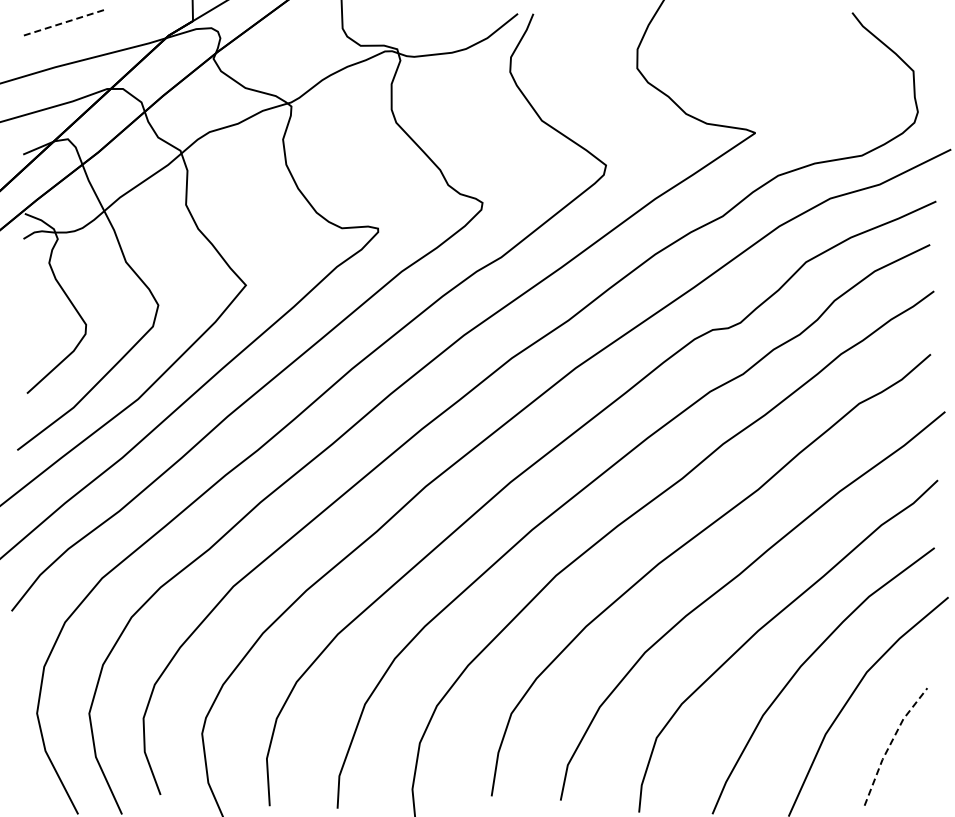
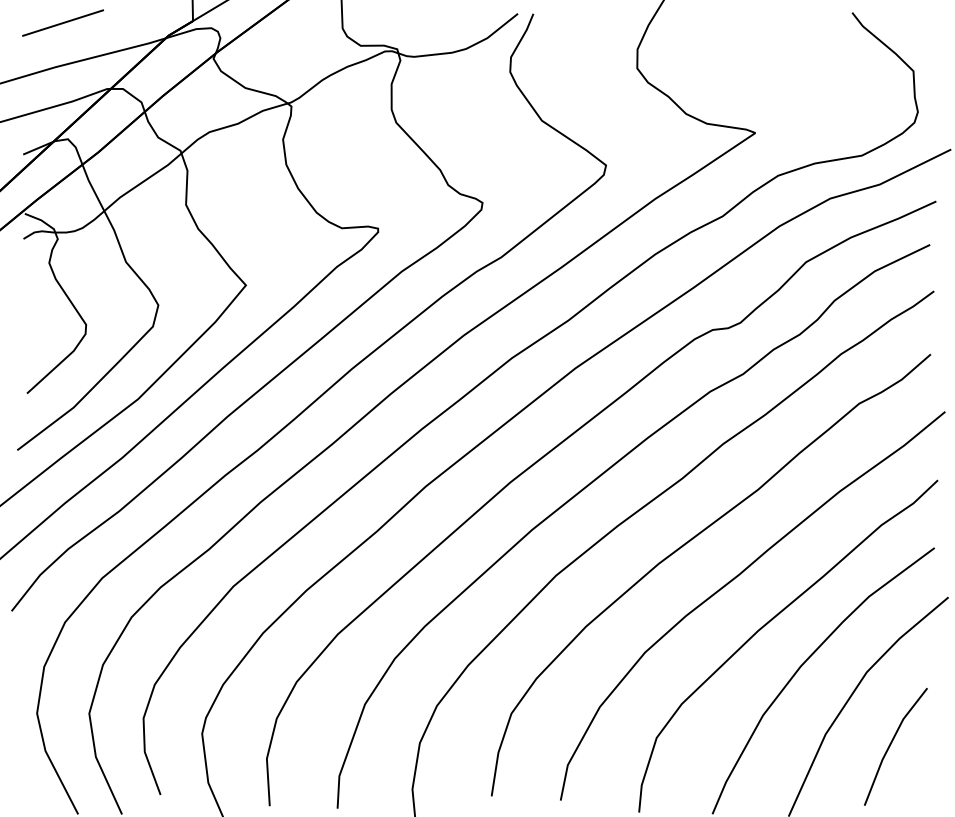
line at (63, 23): dashed -> solid
line at (890, 743): dashed -> solid
